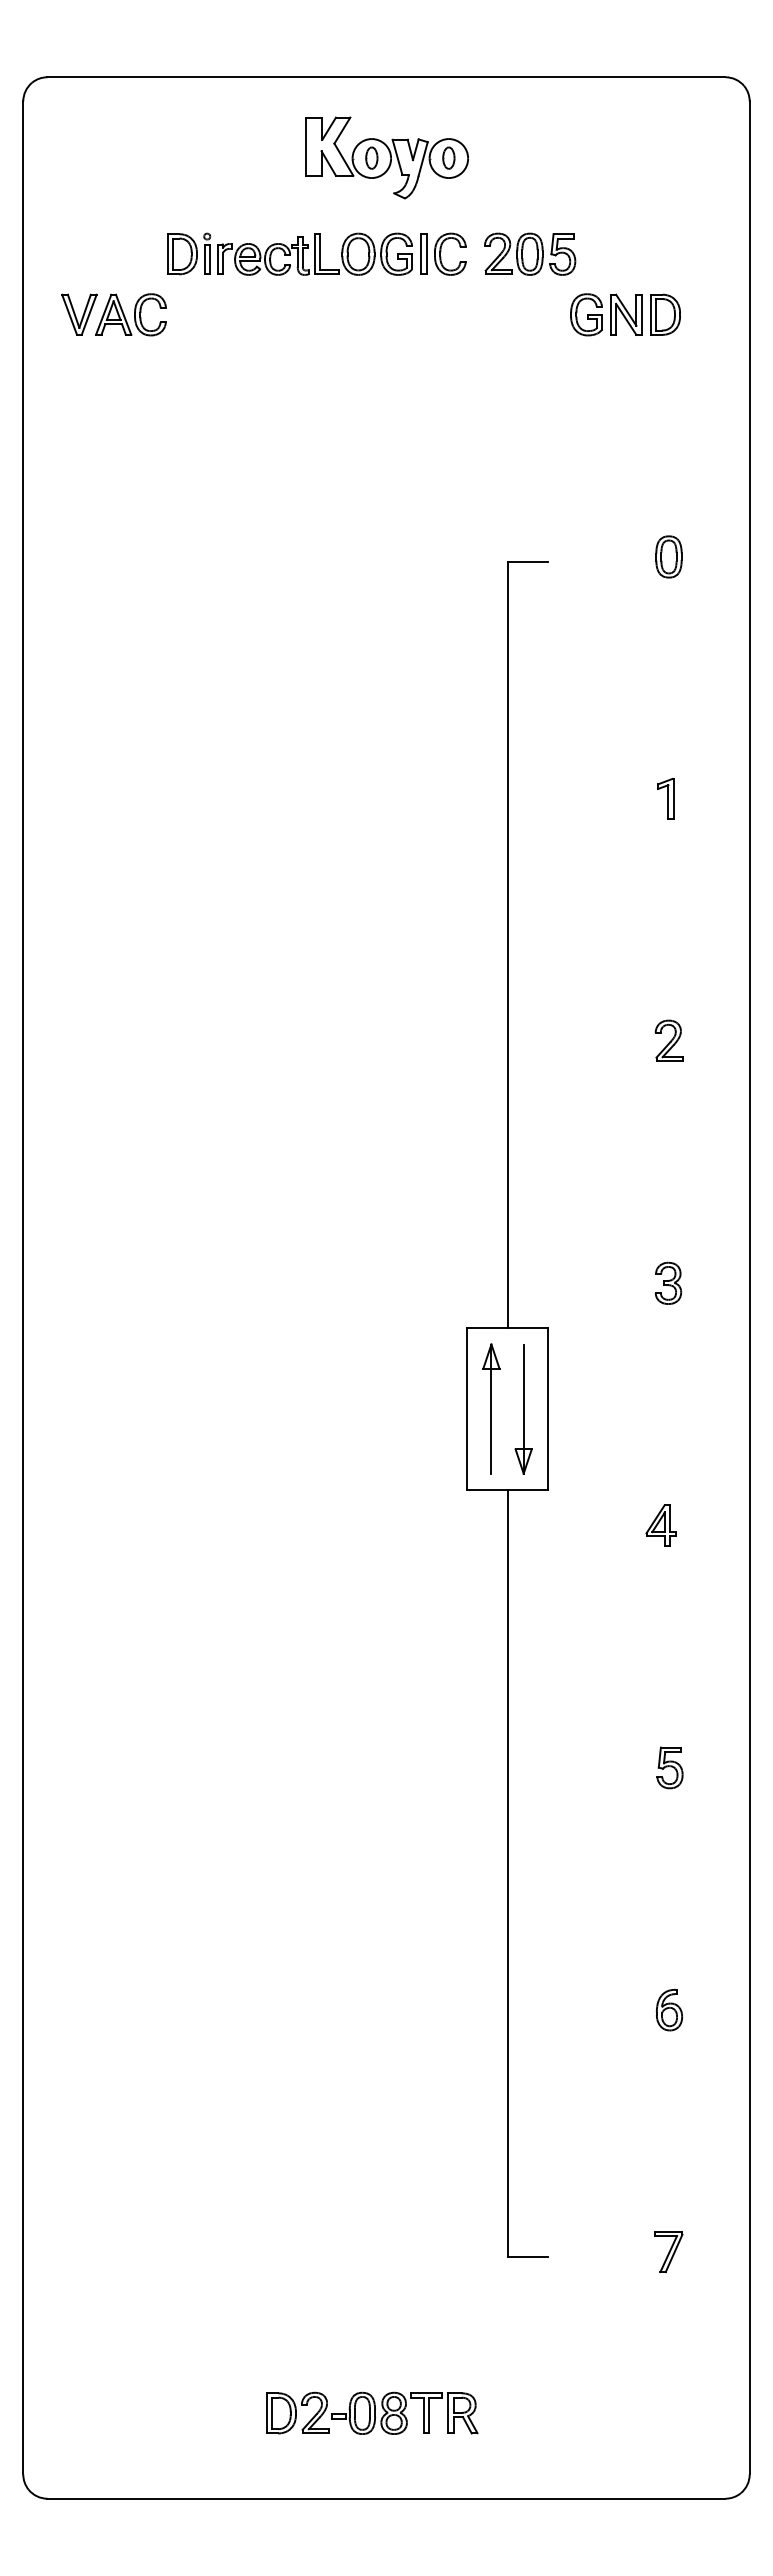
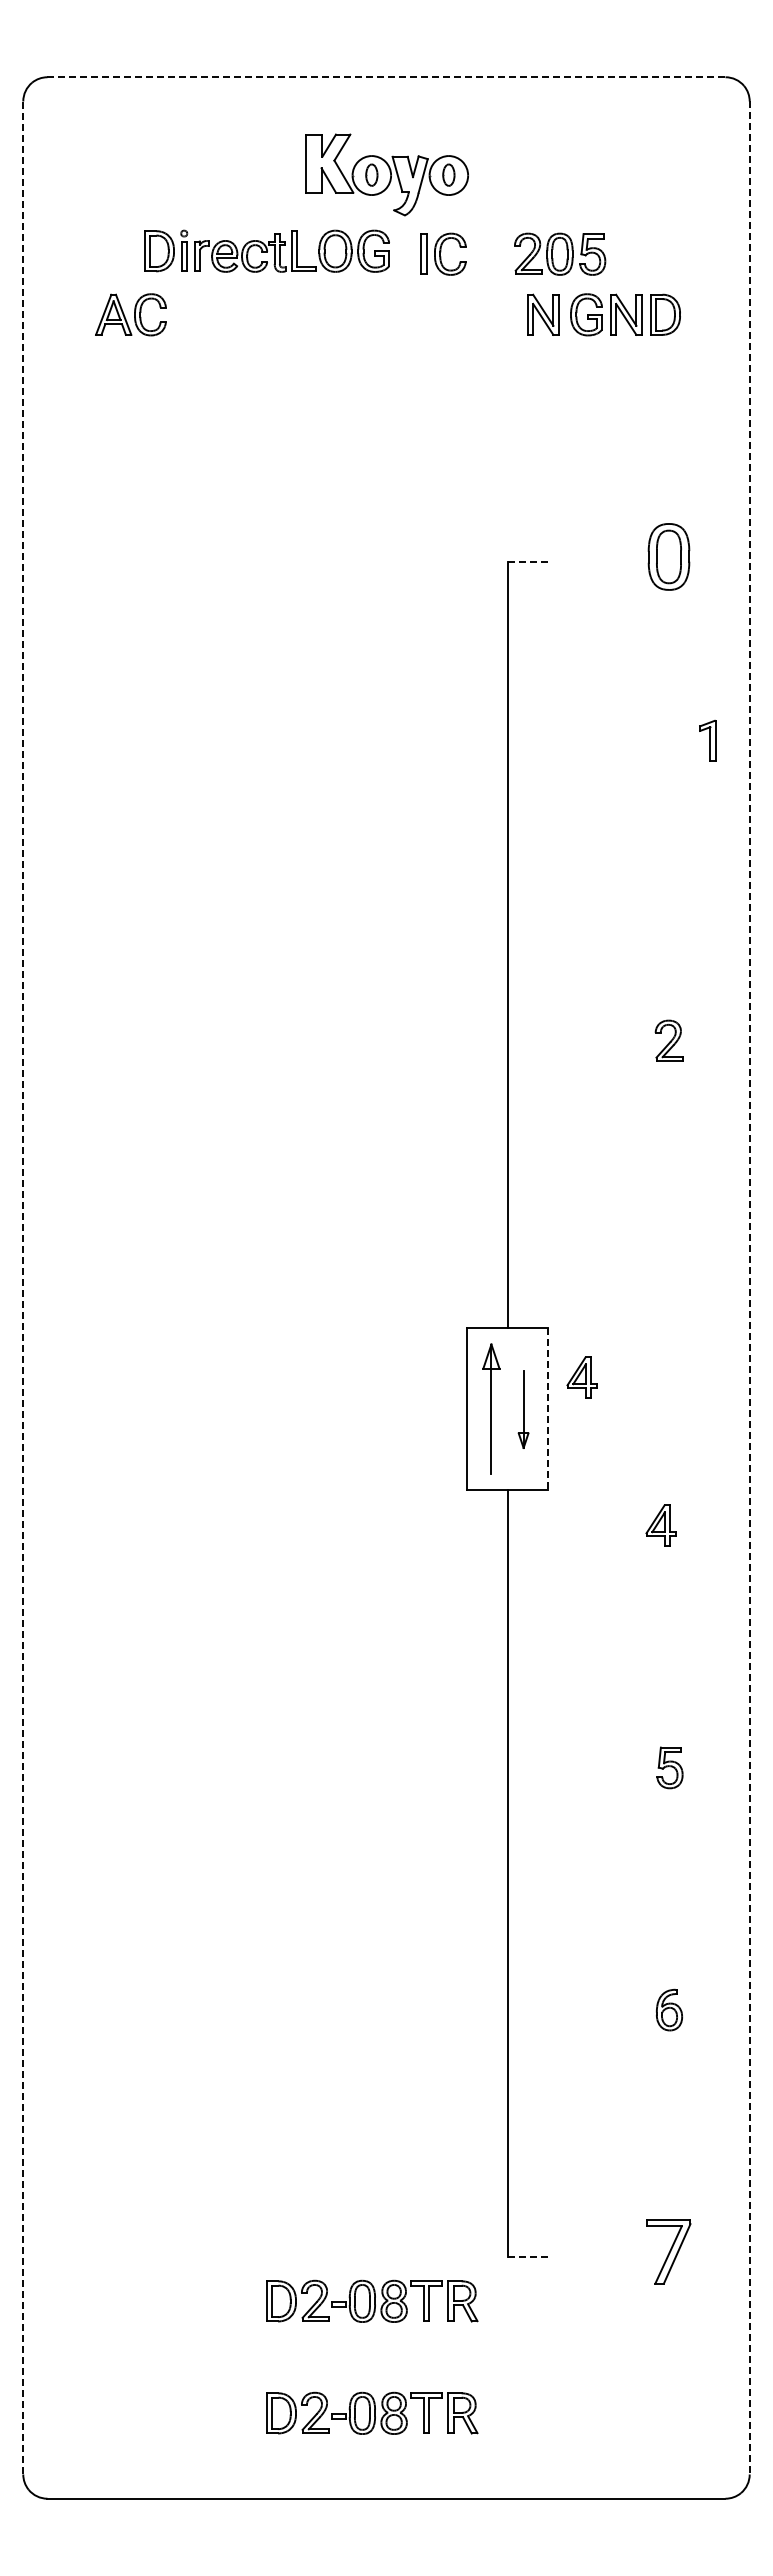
line at (386, 77): solid -> dashed
part at (386, 157) position: (386, 157) -> (386, 174)
part at (289, 253) position: (289, 253) -> (266, 250)
part at (530, 253) position: (530, 253) -> (560, 253)
part at (79, 314): present -> none
part at (543, 314): none -> present
part at (668, 556) size: 28x44 px -> 44x68 px
line at (527, 561): solid -> dashed
part at (665, 798) position: (665, 798) -> (707, 740)
part at (668, 1282): present -> none
line at (23, 1287): solid -> dashed
line at (749, 1288): solid -> dashed
part at (581, 1377): none -> present
part at (523, 1409) size: 19x131 px -> 13x79 px
line at (547, 1409): solid -> dashed
part at (668, 2252) size: 30x43 px -> 46x66 px
line at (528, 2256): solid -> dashed
part at (372, 2300): none -> present
